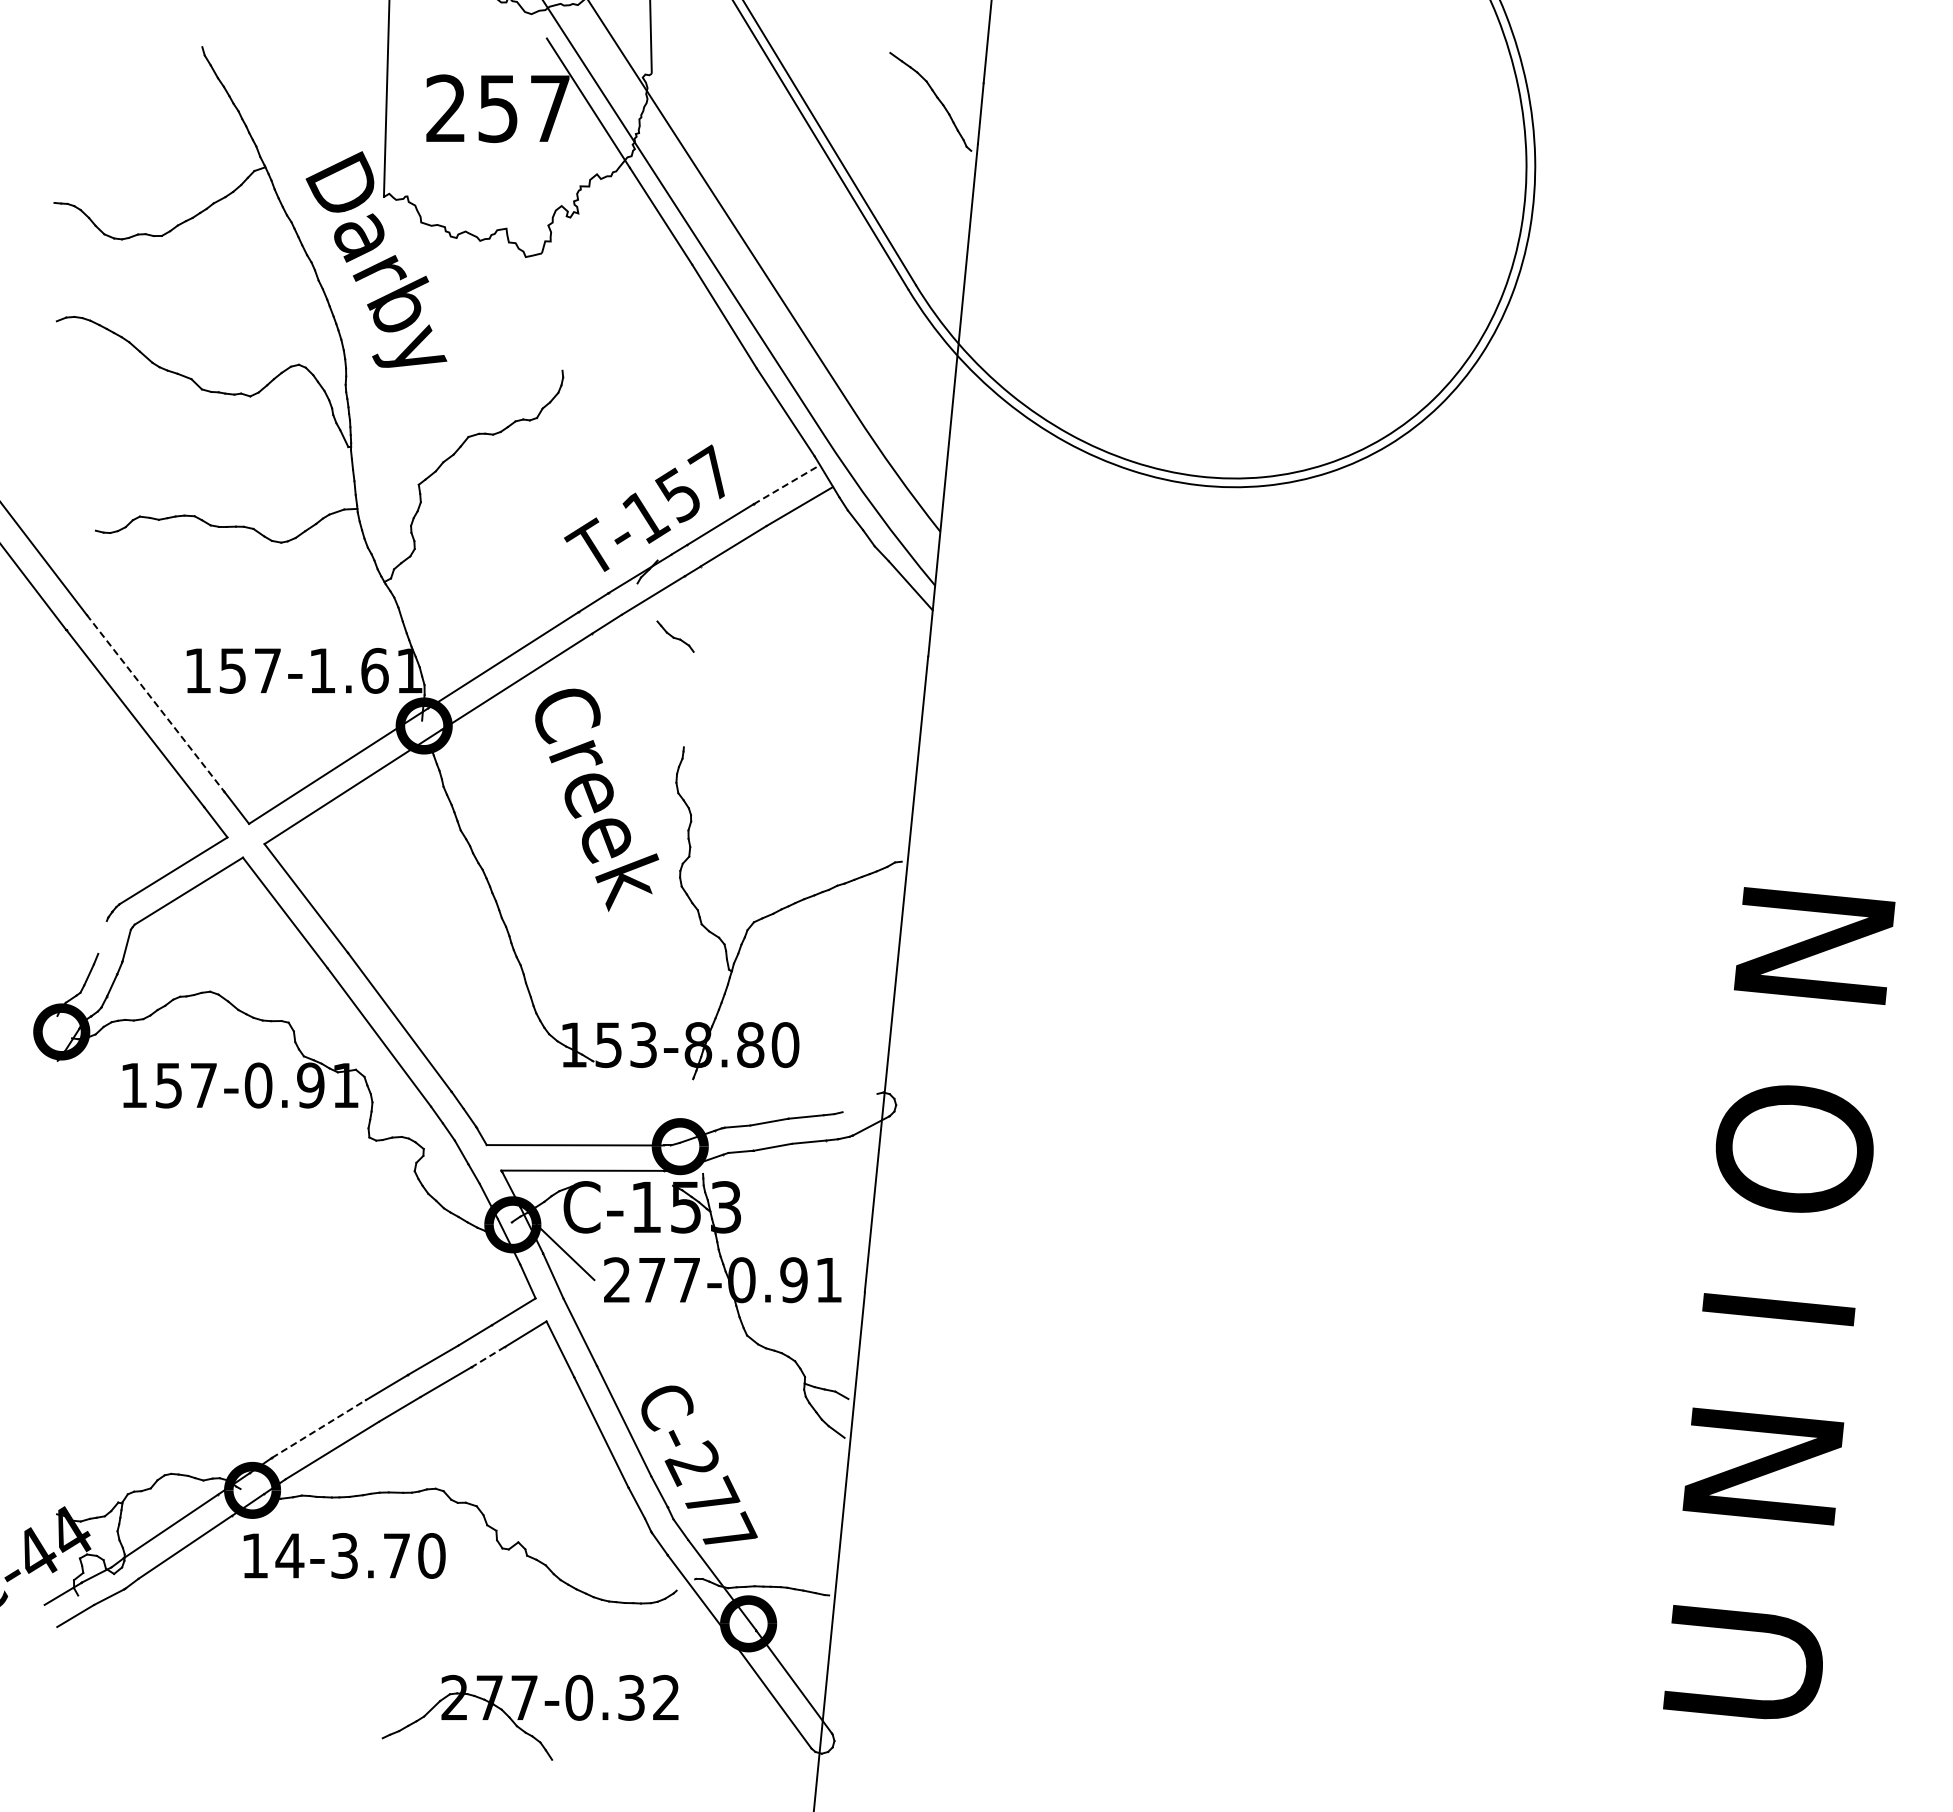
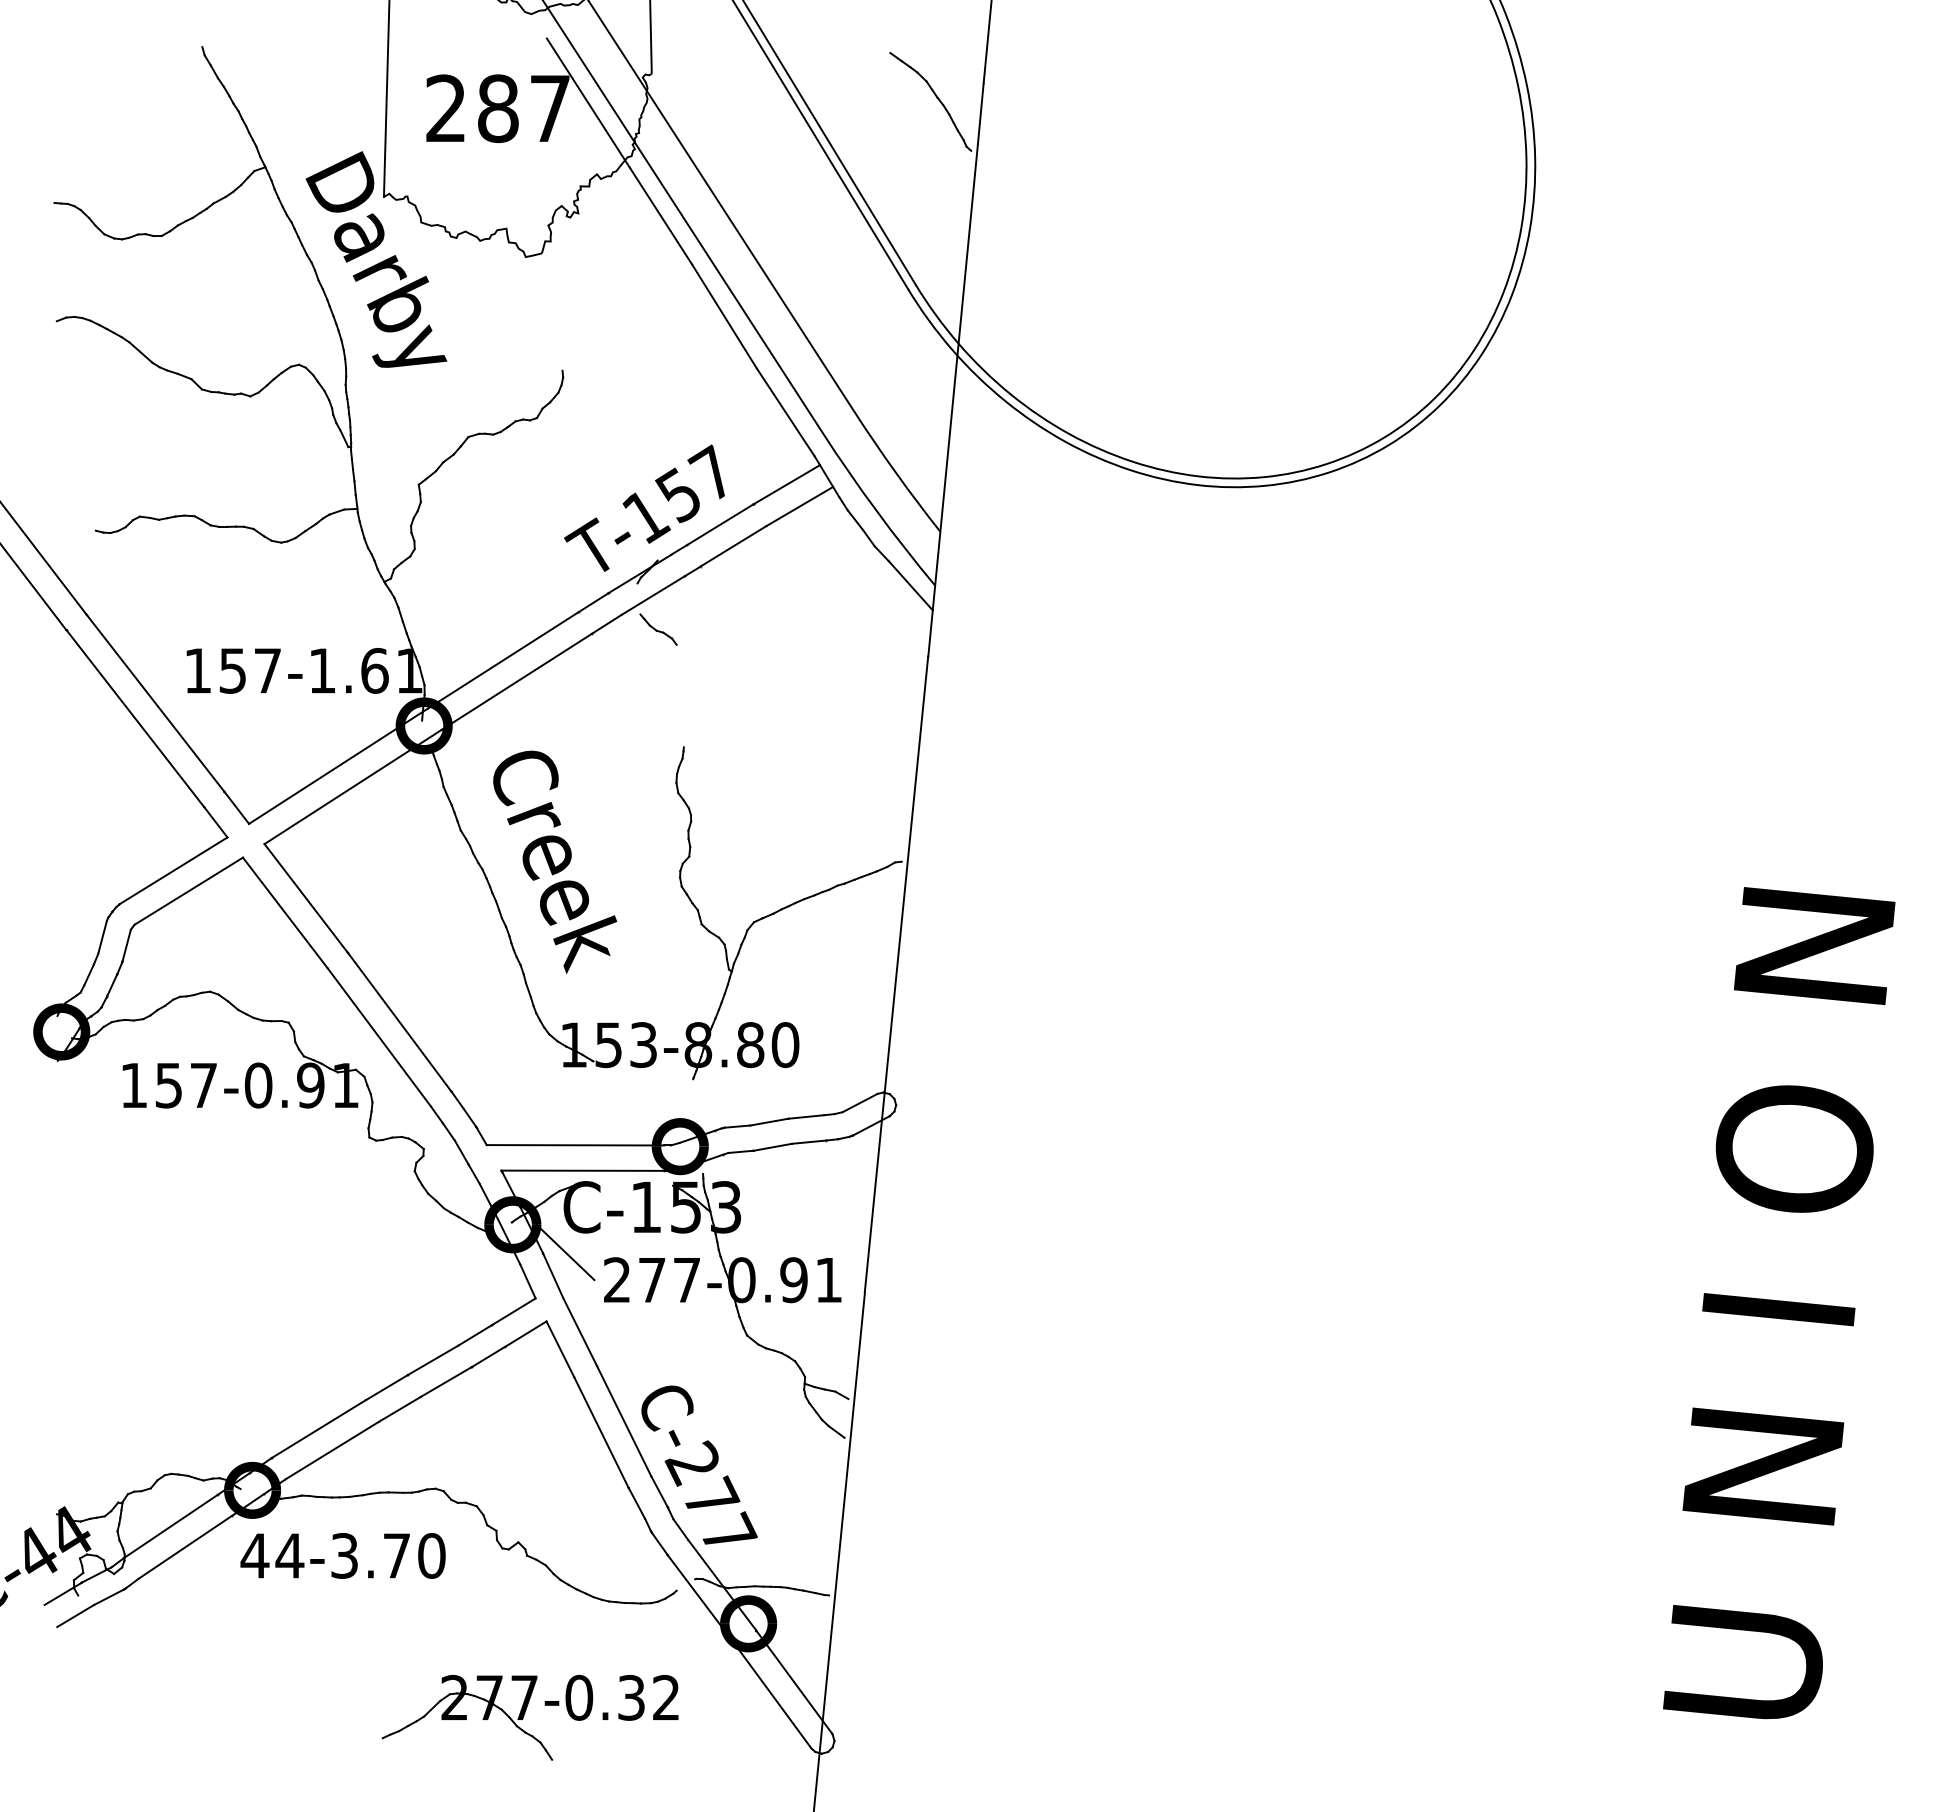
text at (498, 108): 257 -> 287
line at (786, 484): dashed -> solid
part at (675, 636) position: (675, 636) -> (658, 629)
line at (155, 703): dashed -> solid
text at (597, 799) position: (597, 799) -> (555, 861)
line at (102, 937): none -> present
line at (859, 1102): none -> present
line at (487, 1357): dashed -> solid
line at (319, 1428): dashed -> solid
text at (254, 1555): 14-3.70 -> 44-3.70
